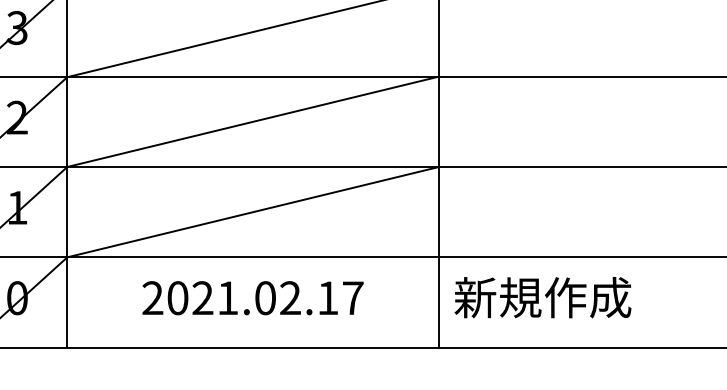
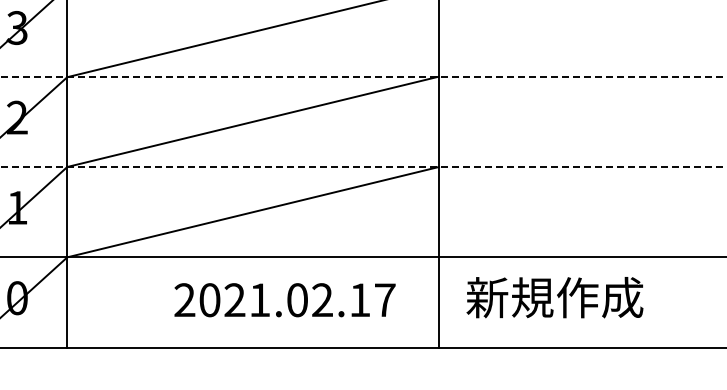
line at (363, 77): solid -> dashed
line at (363, 166): solid -> dashed
text at (542, 297) position: (542, 297) -> (554, 297)
text at (252, 298) position: (252, 298) -> (284, 300)
